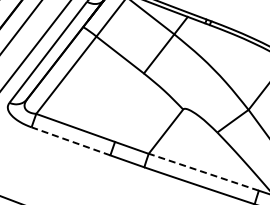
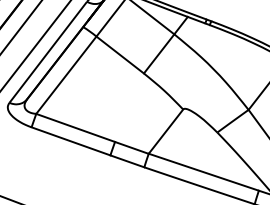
line at (71, 141): dashed -> solid
line at (203, 172): dashed -> solid
